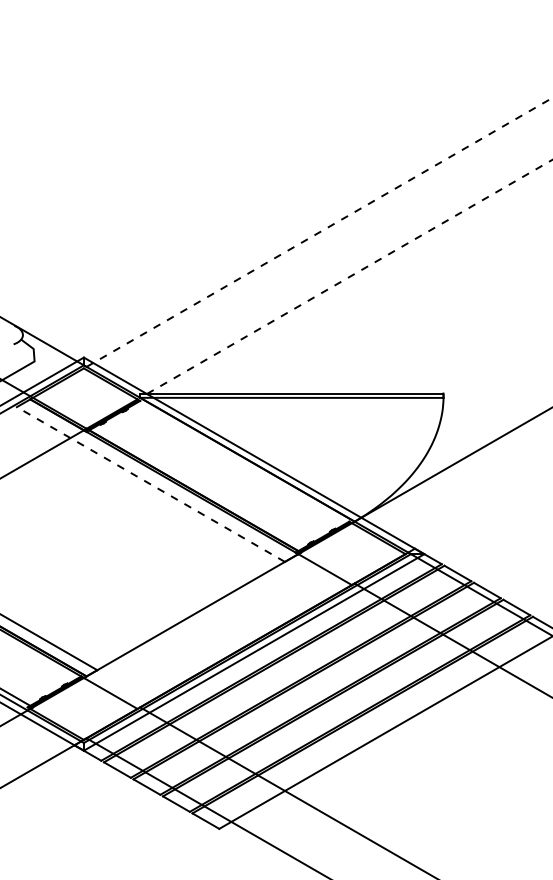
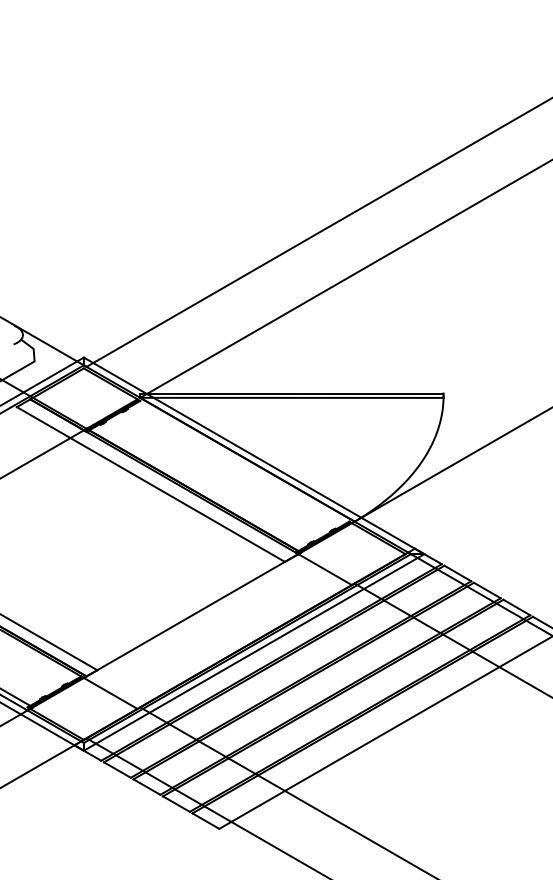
line at (319, 232): dashed -> solid
line at (346, 278): dashed -> solid
line at (150, 484): dashed -> solid
